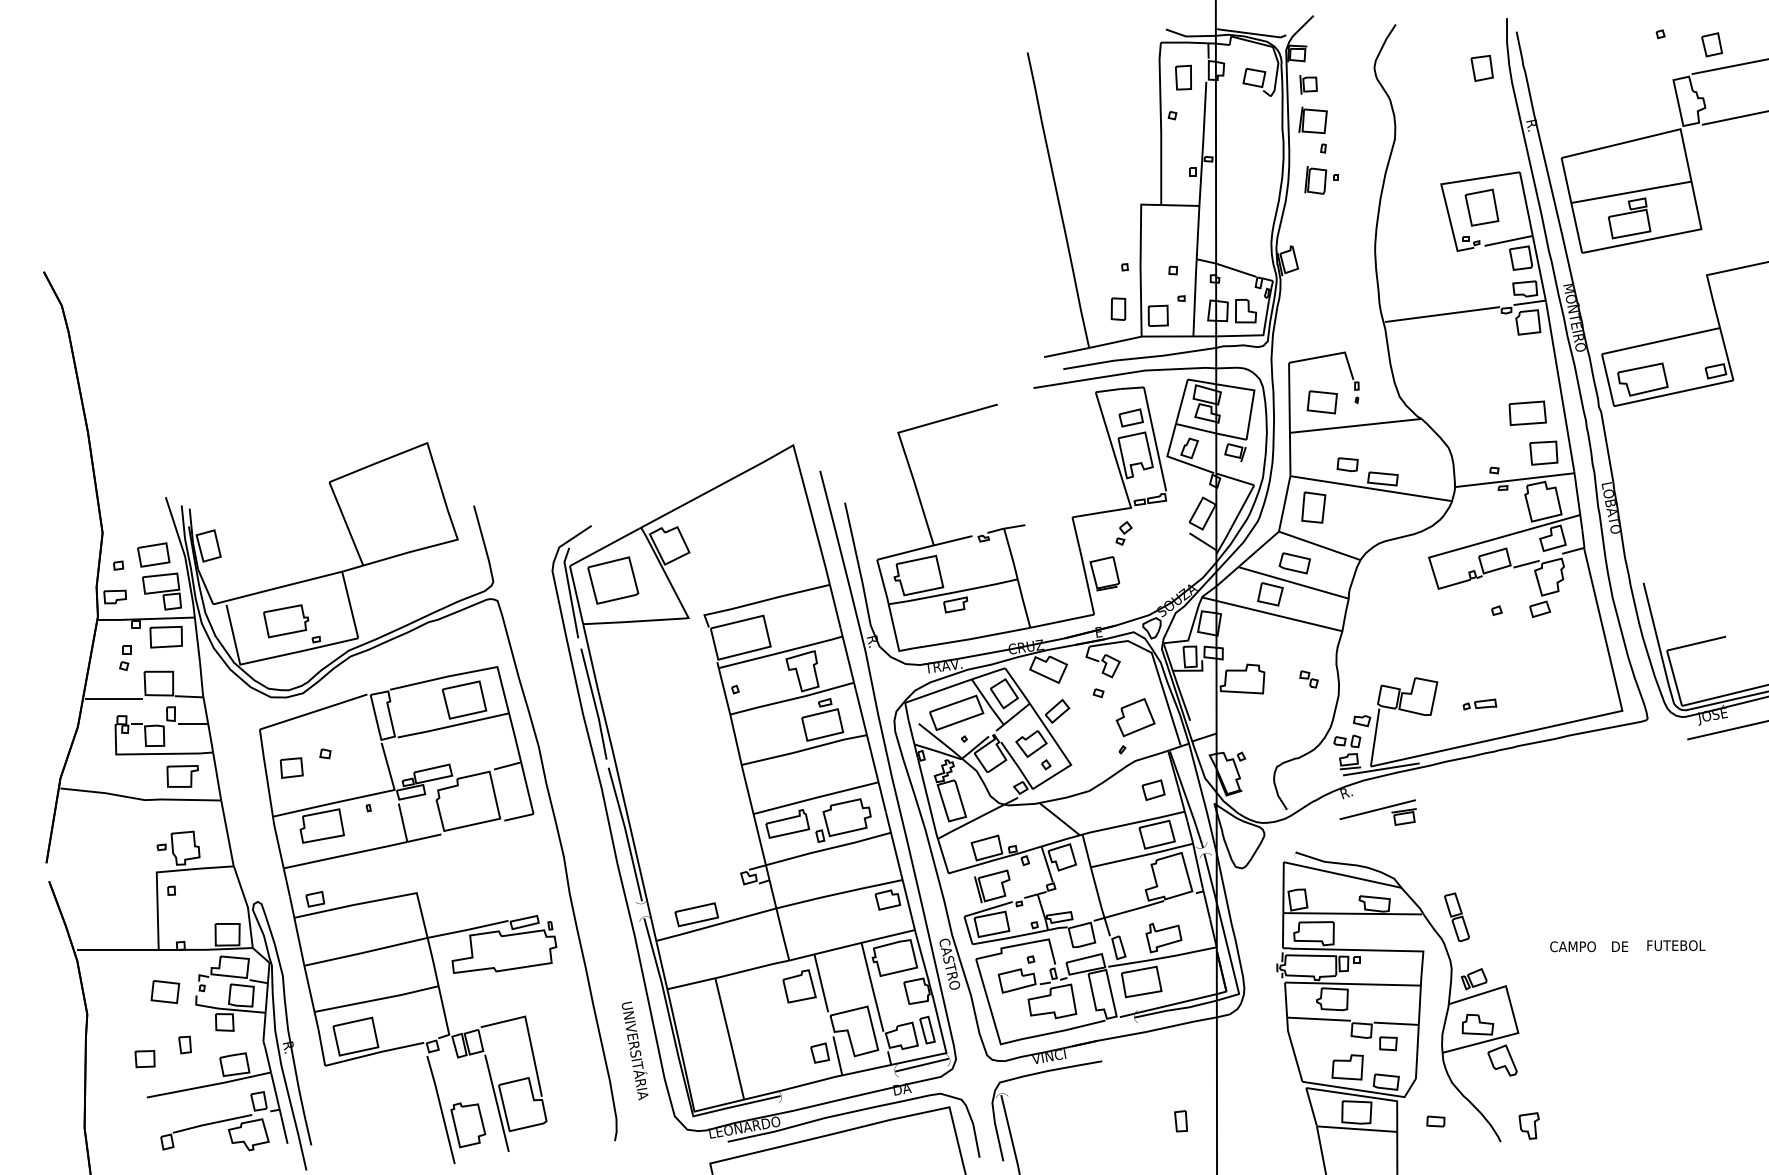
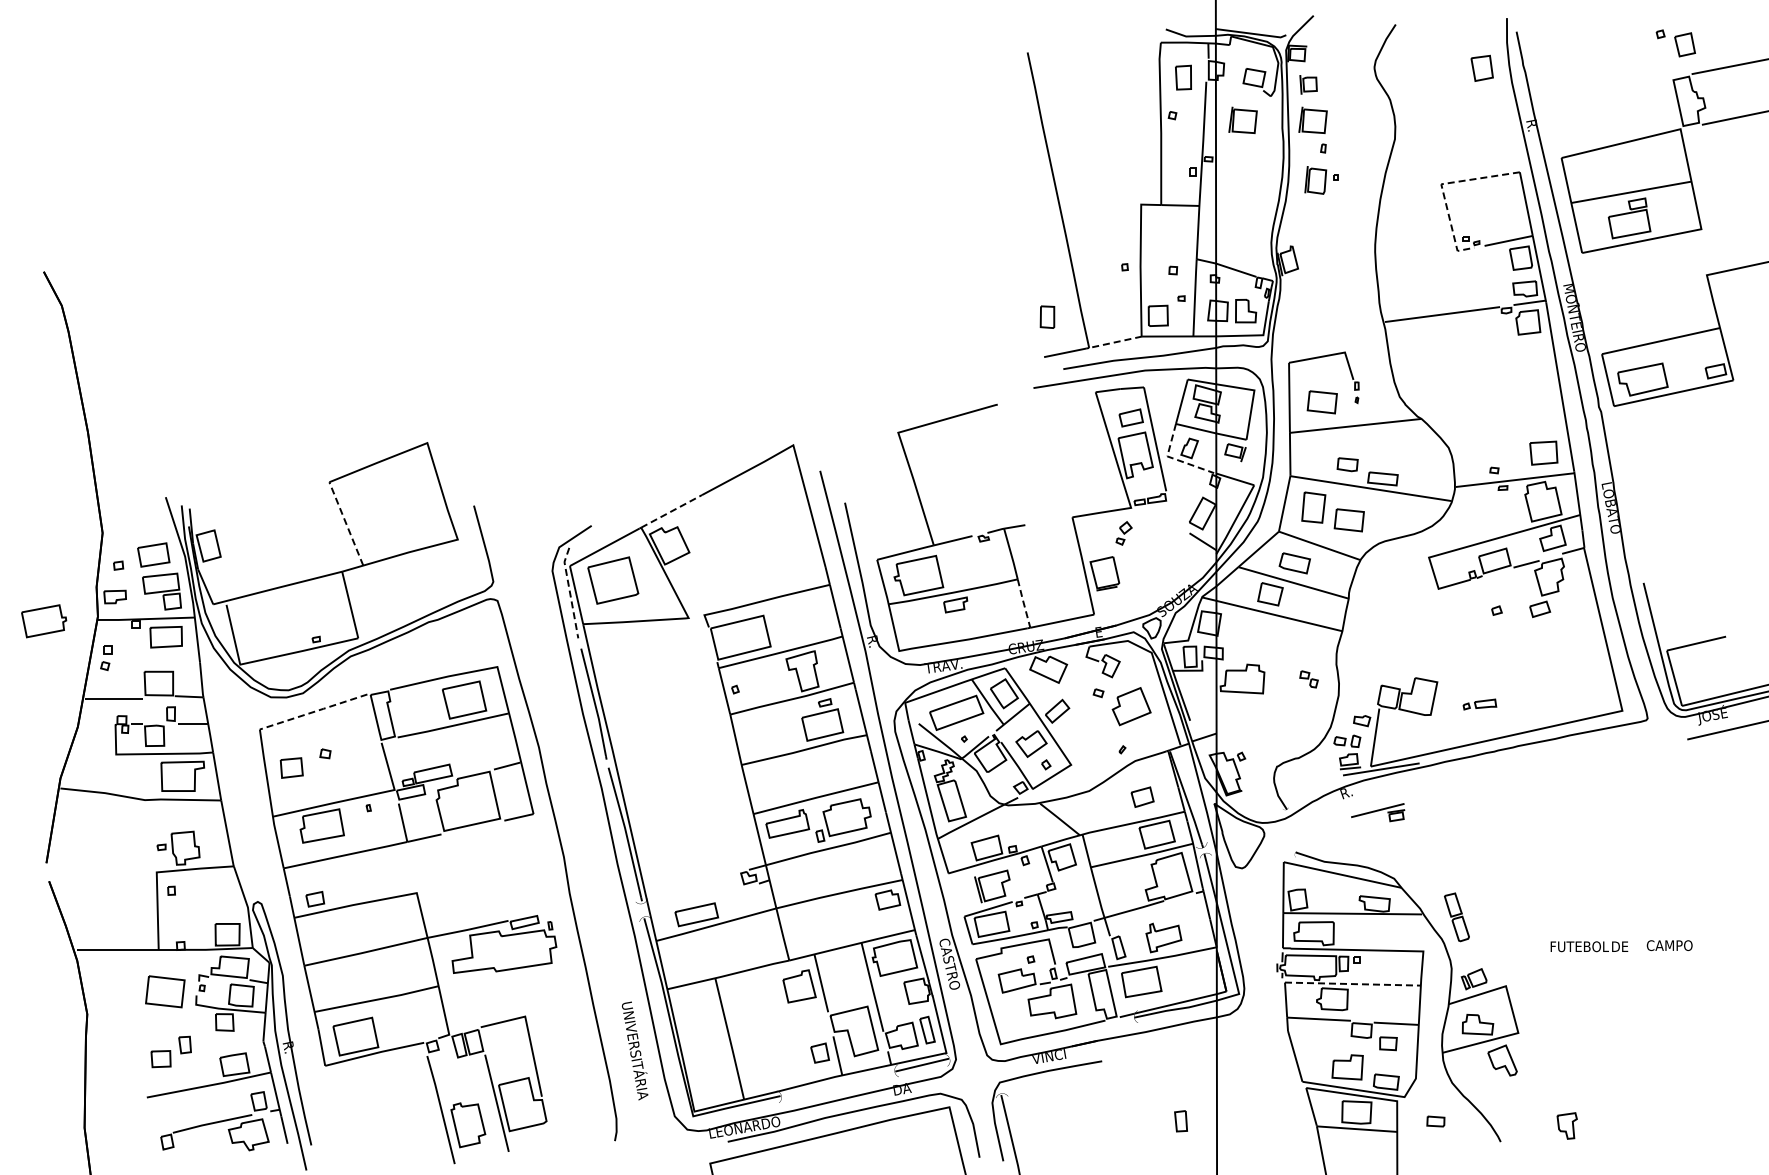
part at (1711, 44) position: (1711, 44) -> (1684, 44)
part at (1242, 119): none -> present
line at (1441, 187): solid -> dashed
part at (1481, 207): present -> none
part at (1118, 308) position: (1118, 308) -> (1047, 316)
line at (1115, 342): solid -> dashed
part at (1527, 412): present -> none
line at (1174, 459): solid -> dashed
line at (671, 511): solid -> dashed
part at (1348, 520): none -> present
line at (346, 523): solid -> dashed
line at (569, 590): solid -> dashed
line at (1023, 603): solid -> dashed
part at (286, 621) position: (286, 621) -> (44, 621)
part at (125, 657) position: (125, 657) -> (106, 657)
line at (314, 711): solid -> dashed
part at (1135, 717) position: (1135, 717) -> (1131, 706)
part at (182, 776) size: 33x23 px -> 46x32 px
part at (1153, 789) position: (1153, 789) -> (1142, 796)
part at (1377, 812) size: 78x27 px -> 55x20 px
text at (1675, 945): FUTEBOL -> CAMPO
text at (1579, 946): CAMPO -> FUTEBOL
line at (1352, 984): solid -> dashed
part at (165, 992) size: 31x25 px -> 41x34 px
part at (144, 1059) position: (144, 1059) -> (160, 1059)
part at (1528, 1125) position: (1528, 1125) -> (1566, 1125)
